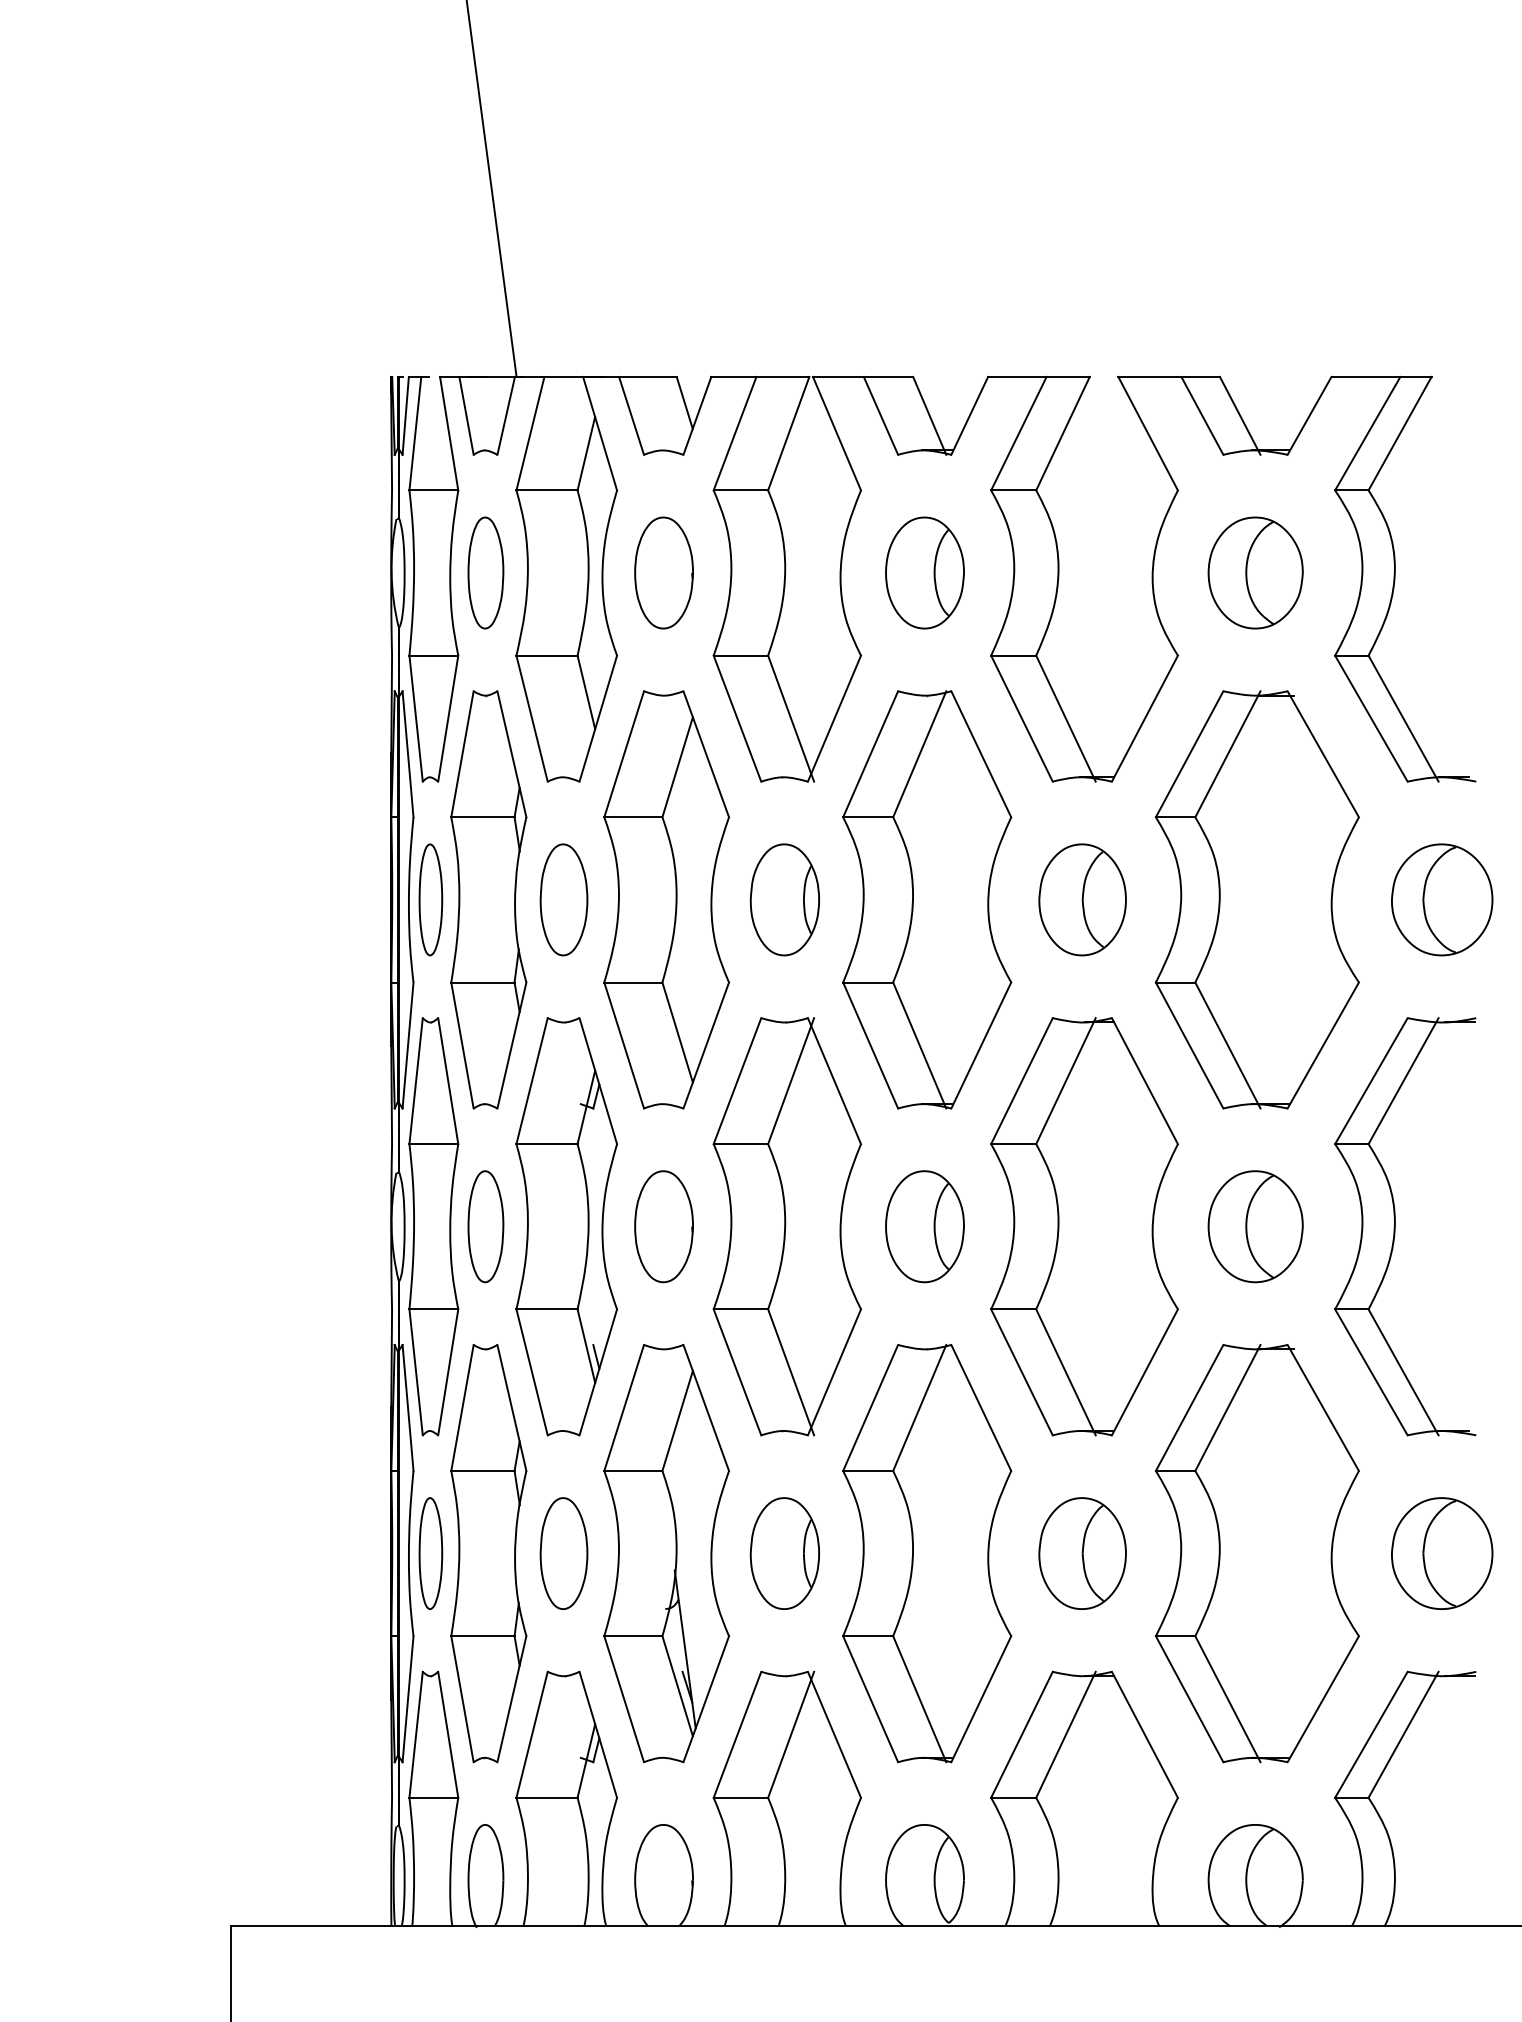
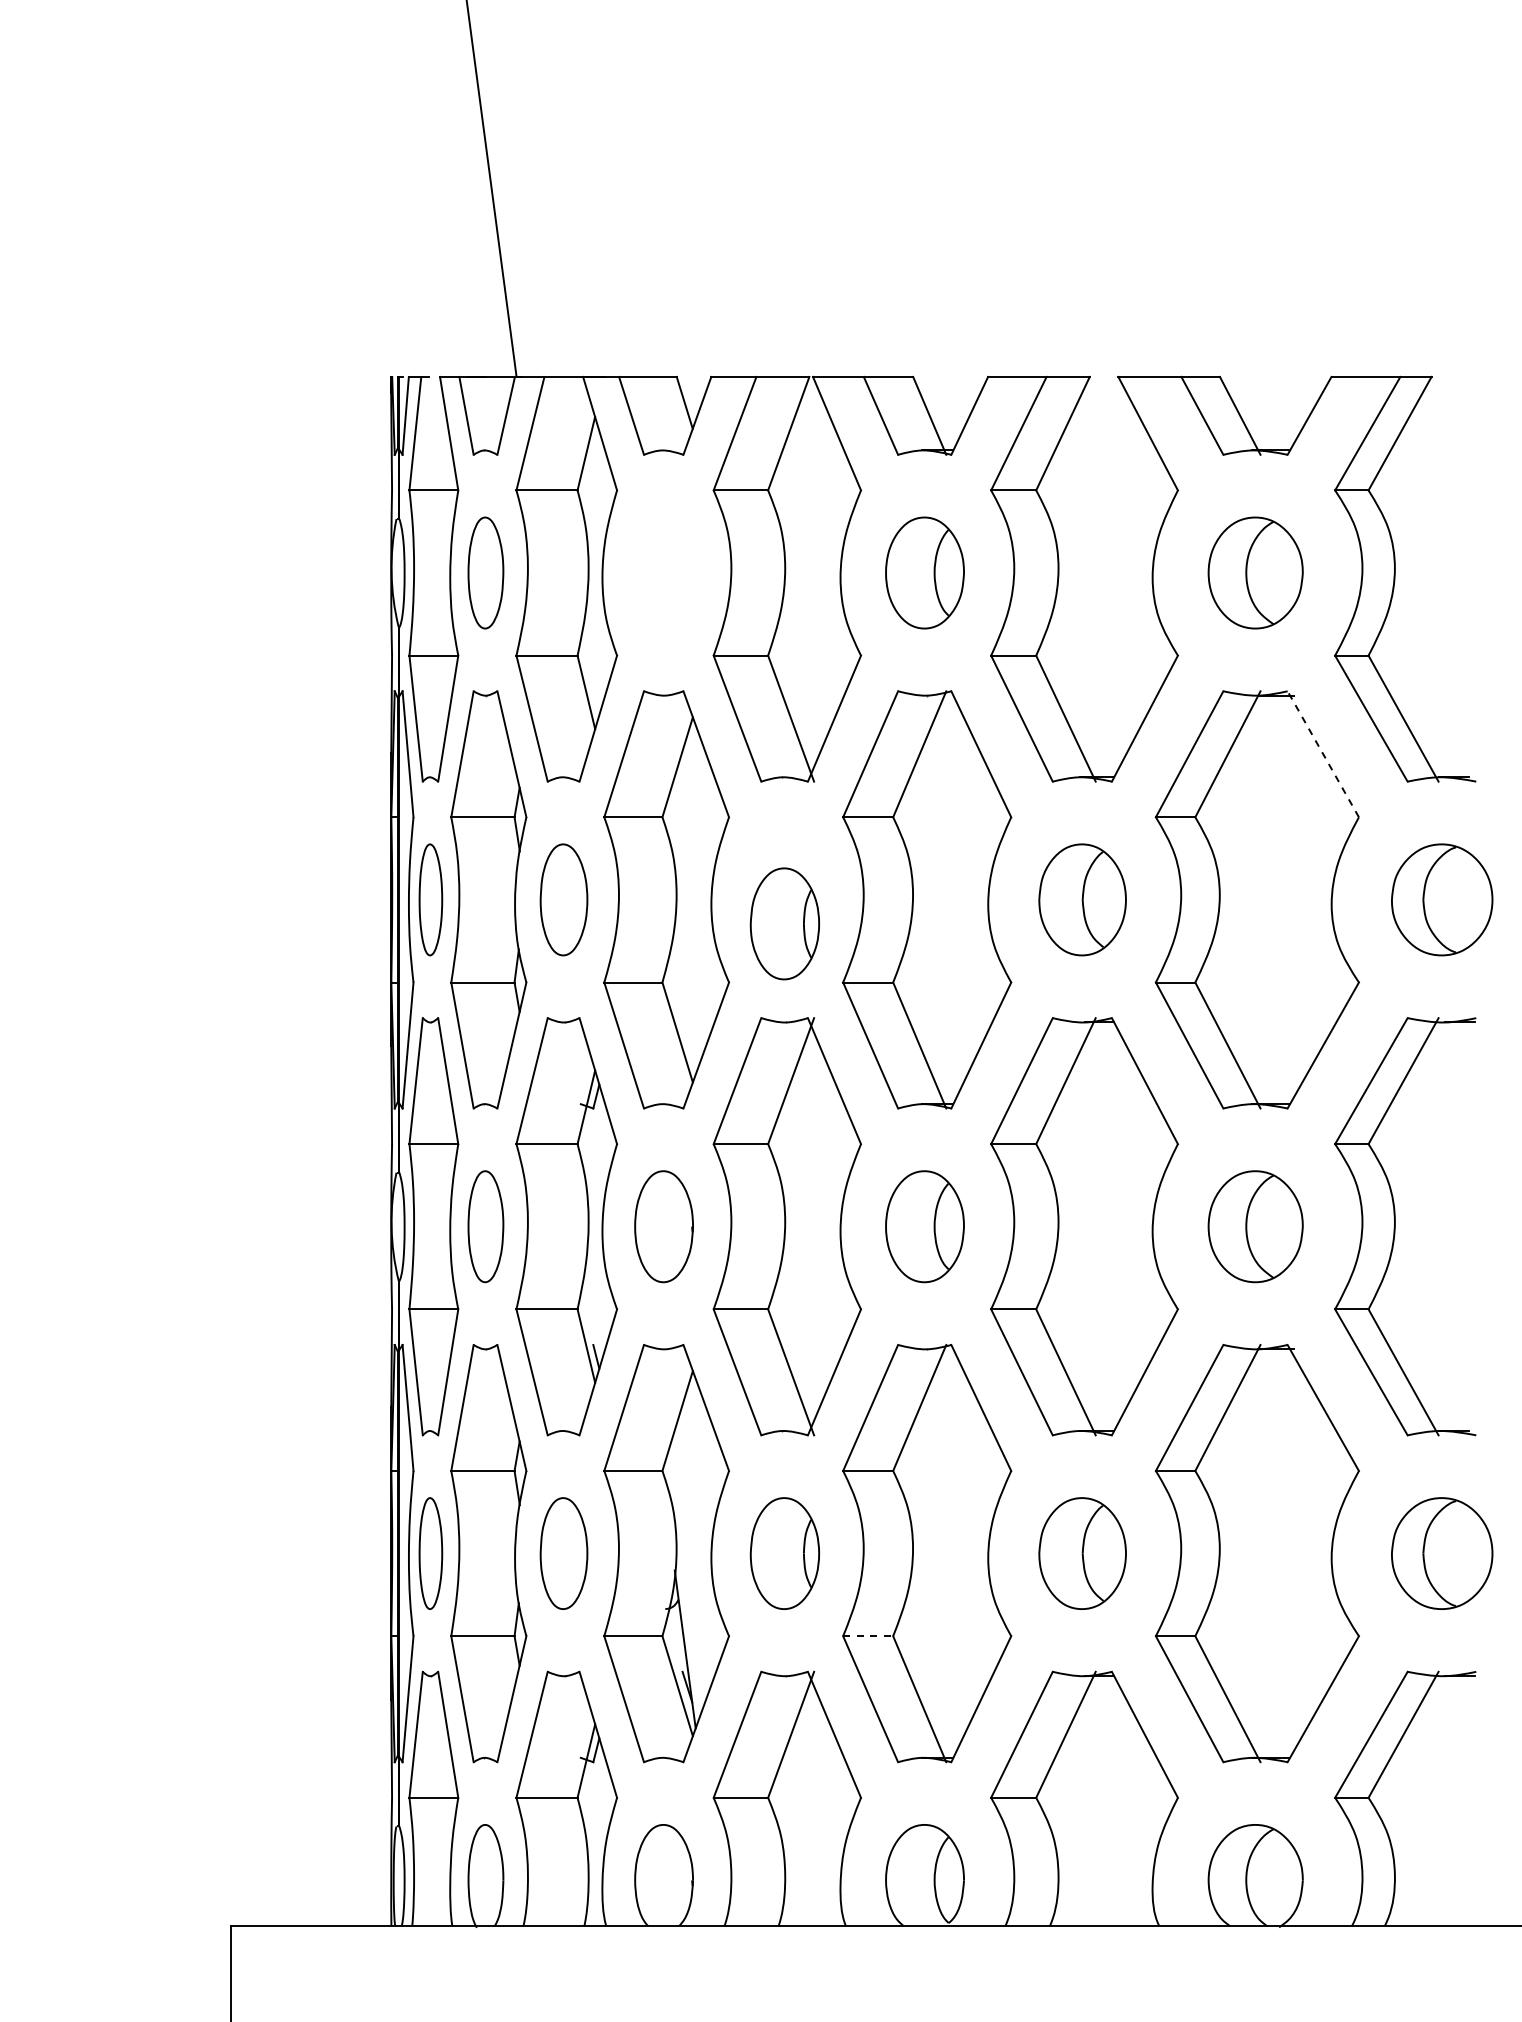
part at (663, 572): present -> none
line at (1323, 753): solid -> dashed
part at (784, 899) position: (784, 899) -> (784, 923)
line at (868, 1636): solid -> dashed
